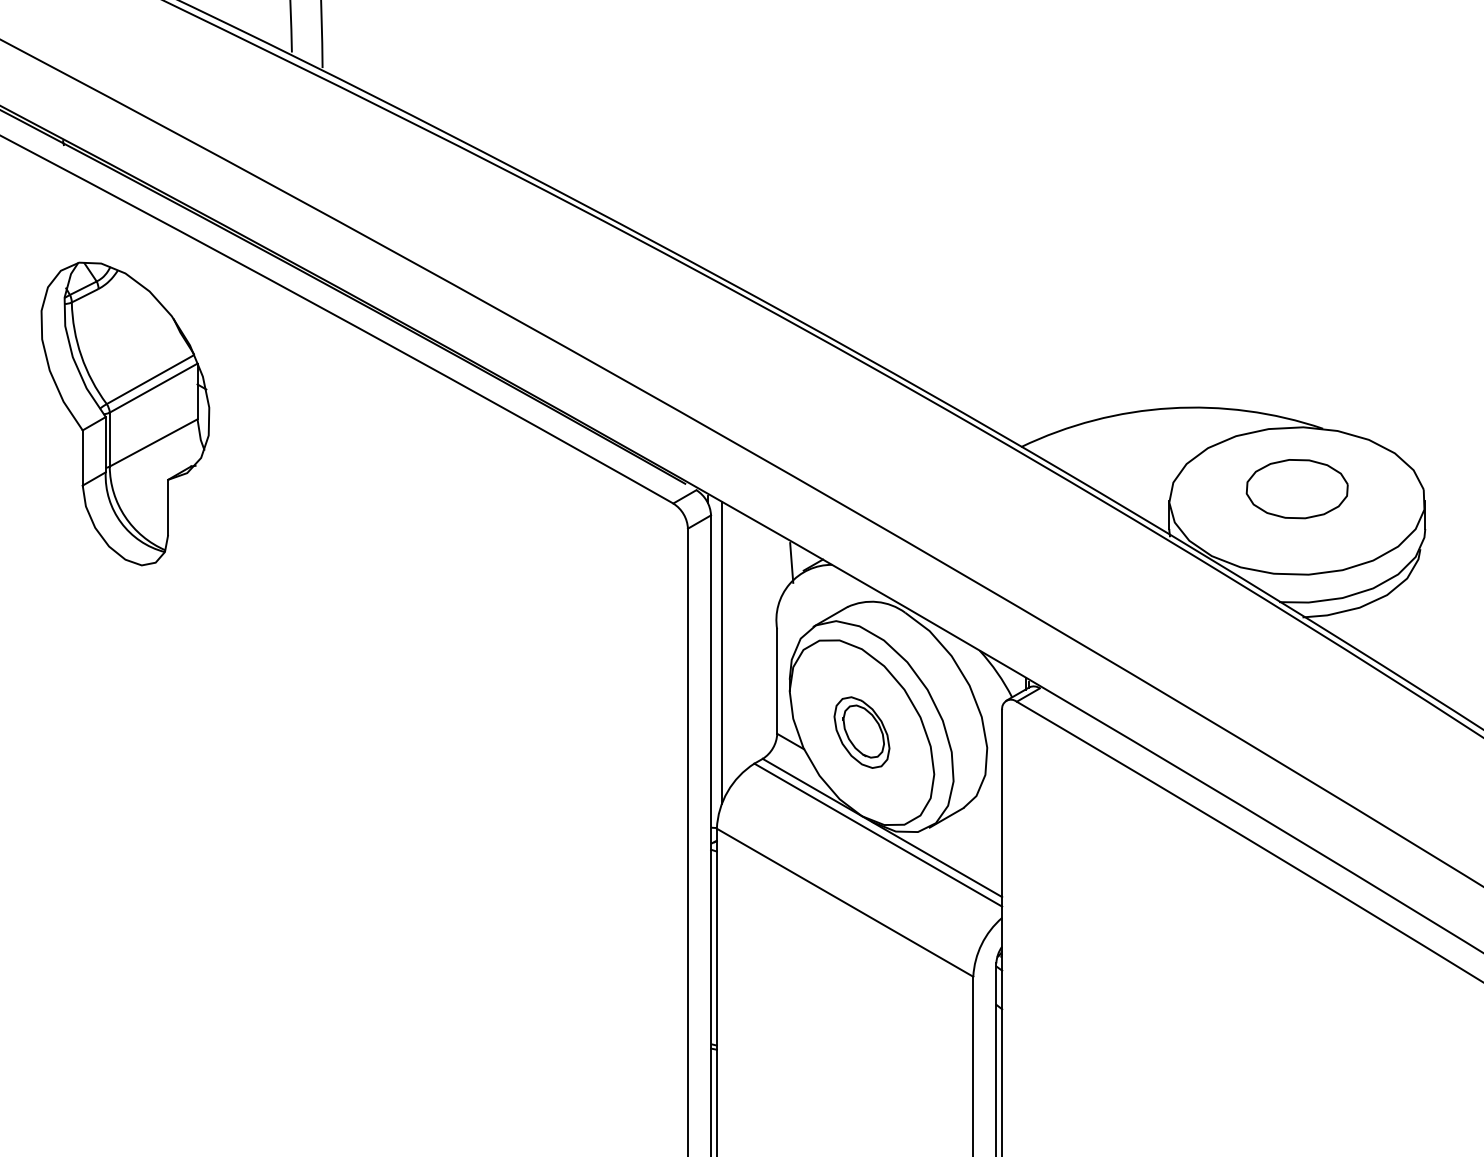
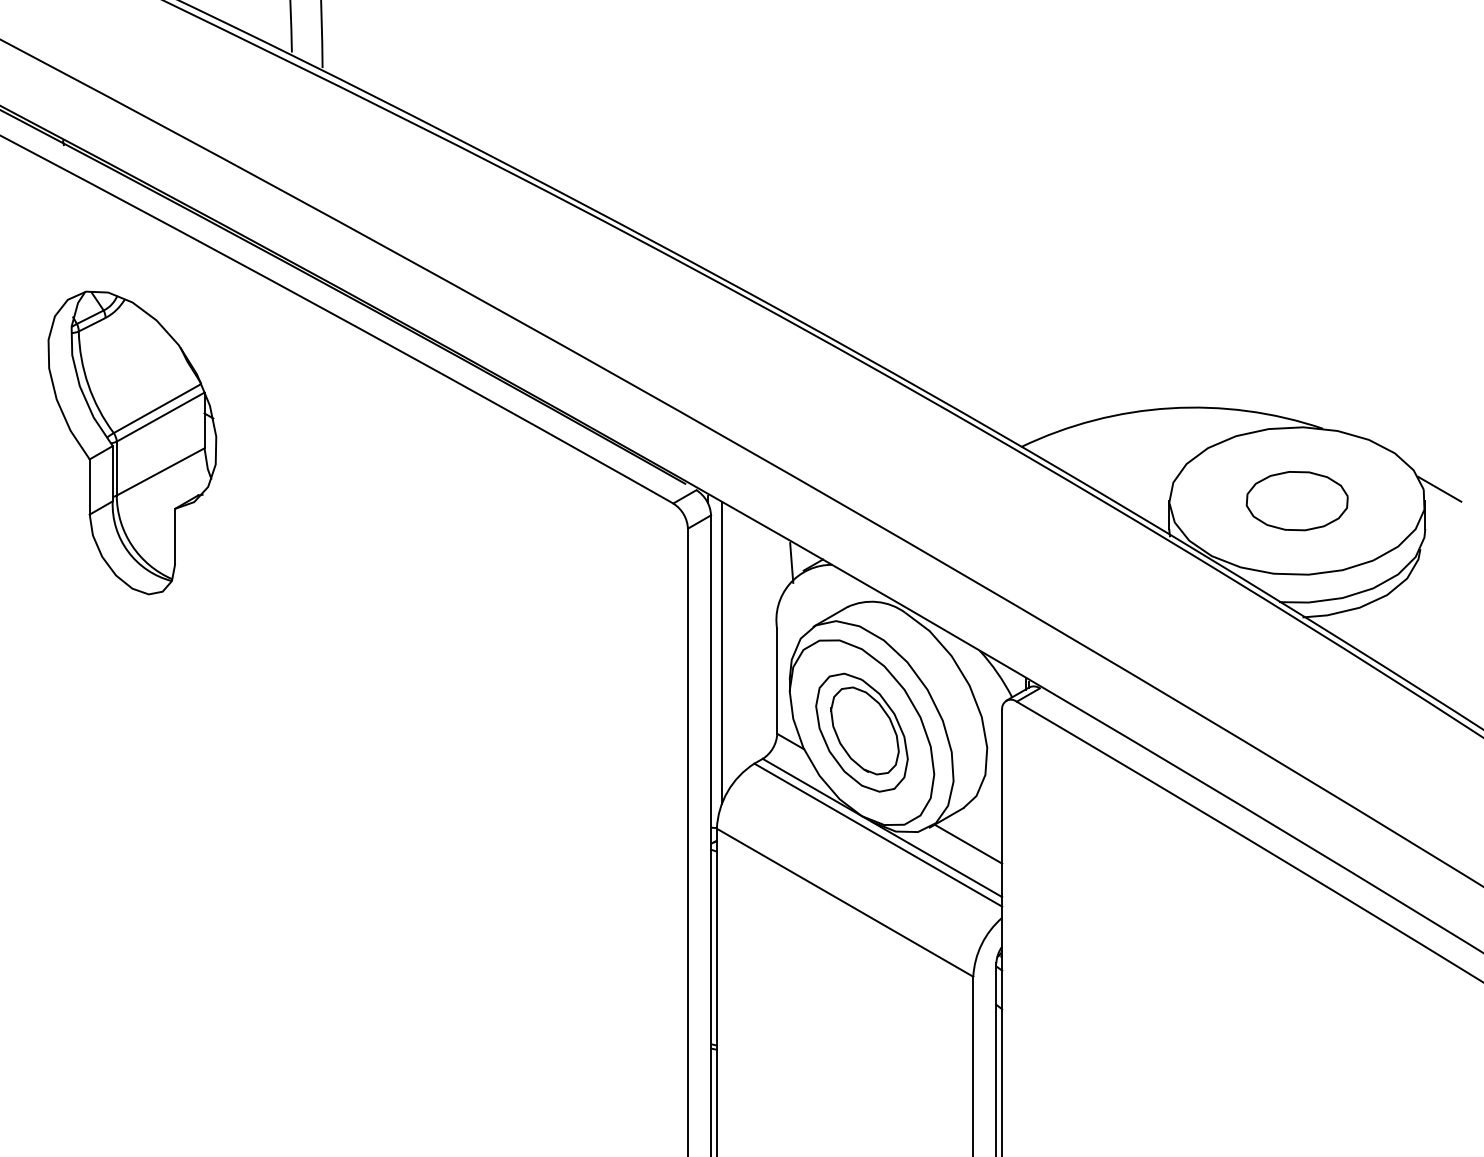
part at (125, 413) position: (125, 413) -> (132, 442)
line at (1439, 488): none -> present
part at (1296, 489) position: (1296, 489) -> (1296, 501)
part at (861, 732) size: 58x73 px -> 94x121 px
line at (968, 843): none -> present
